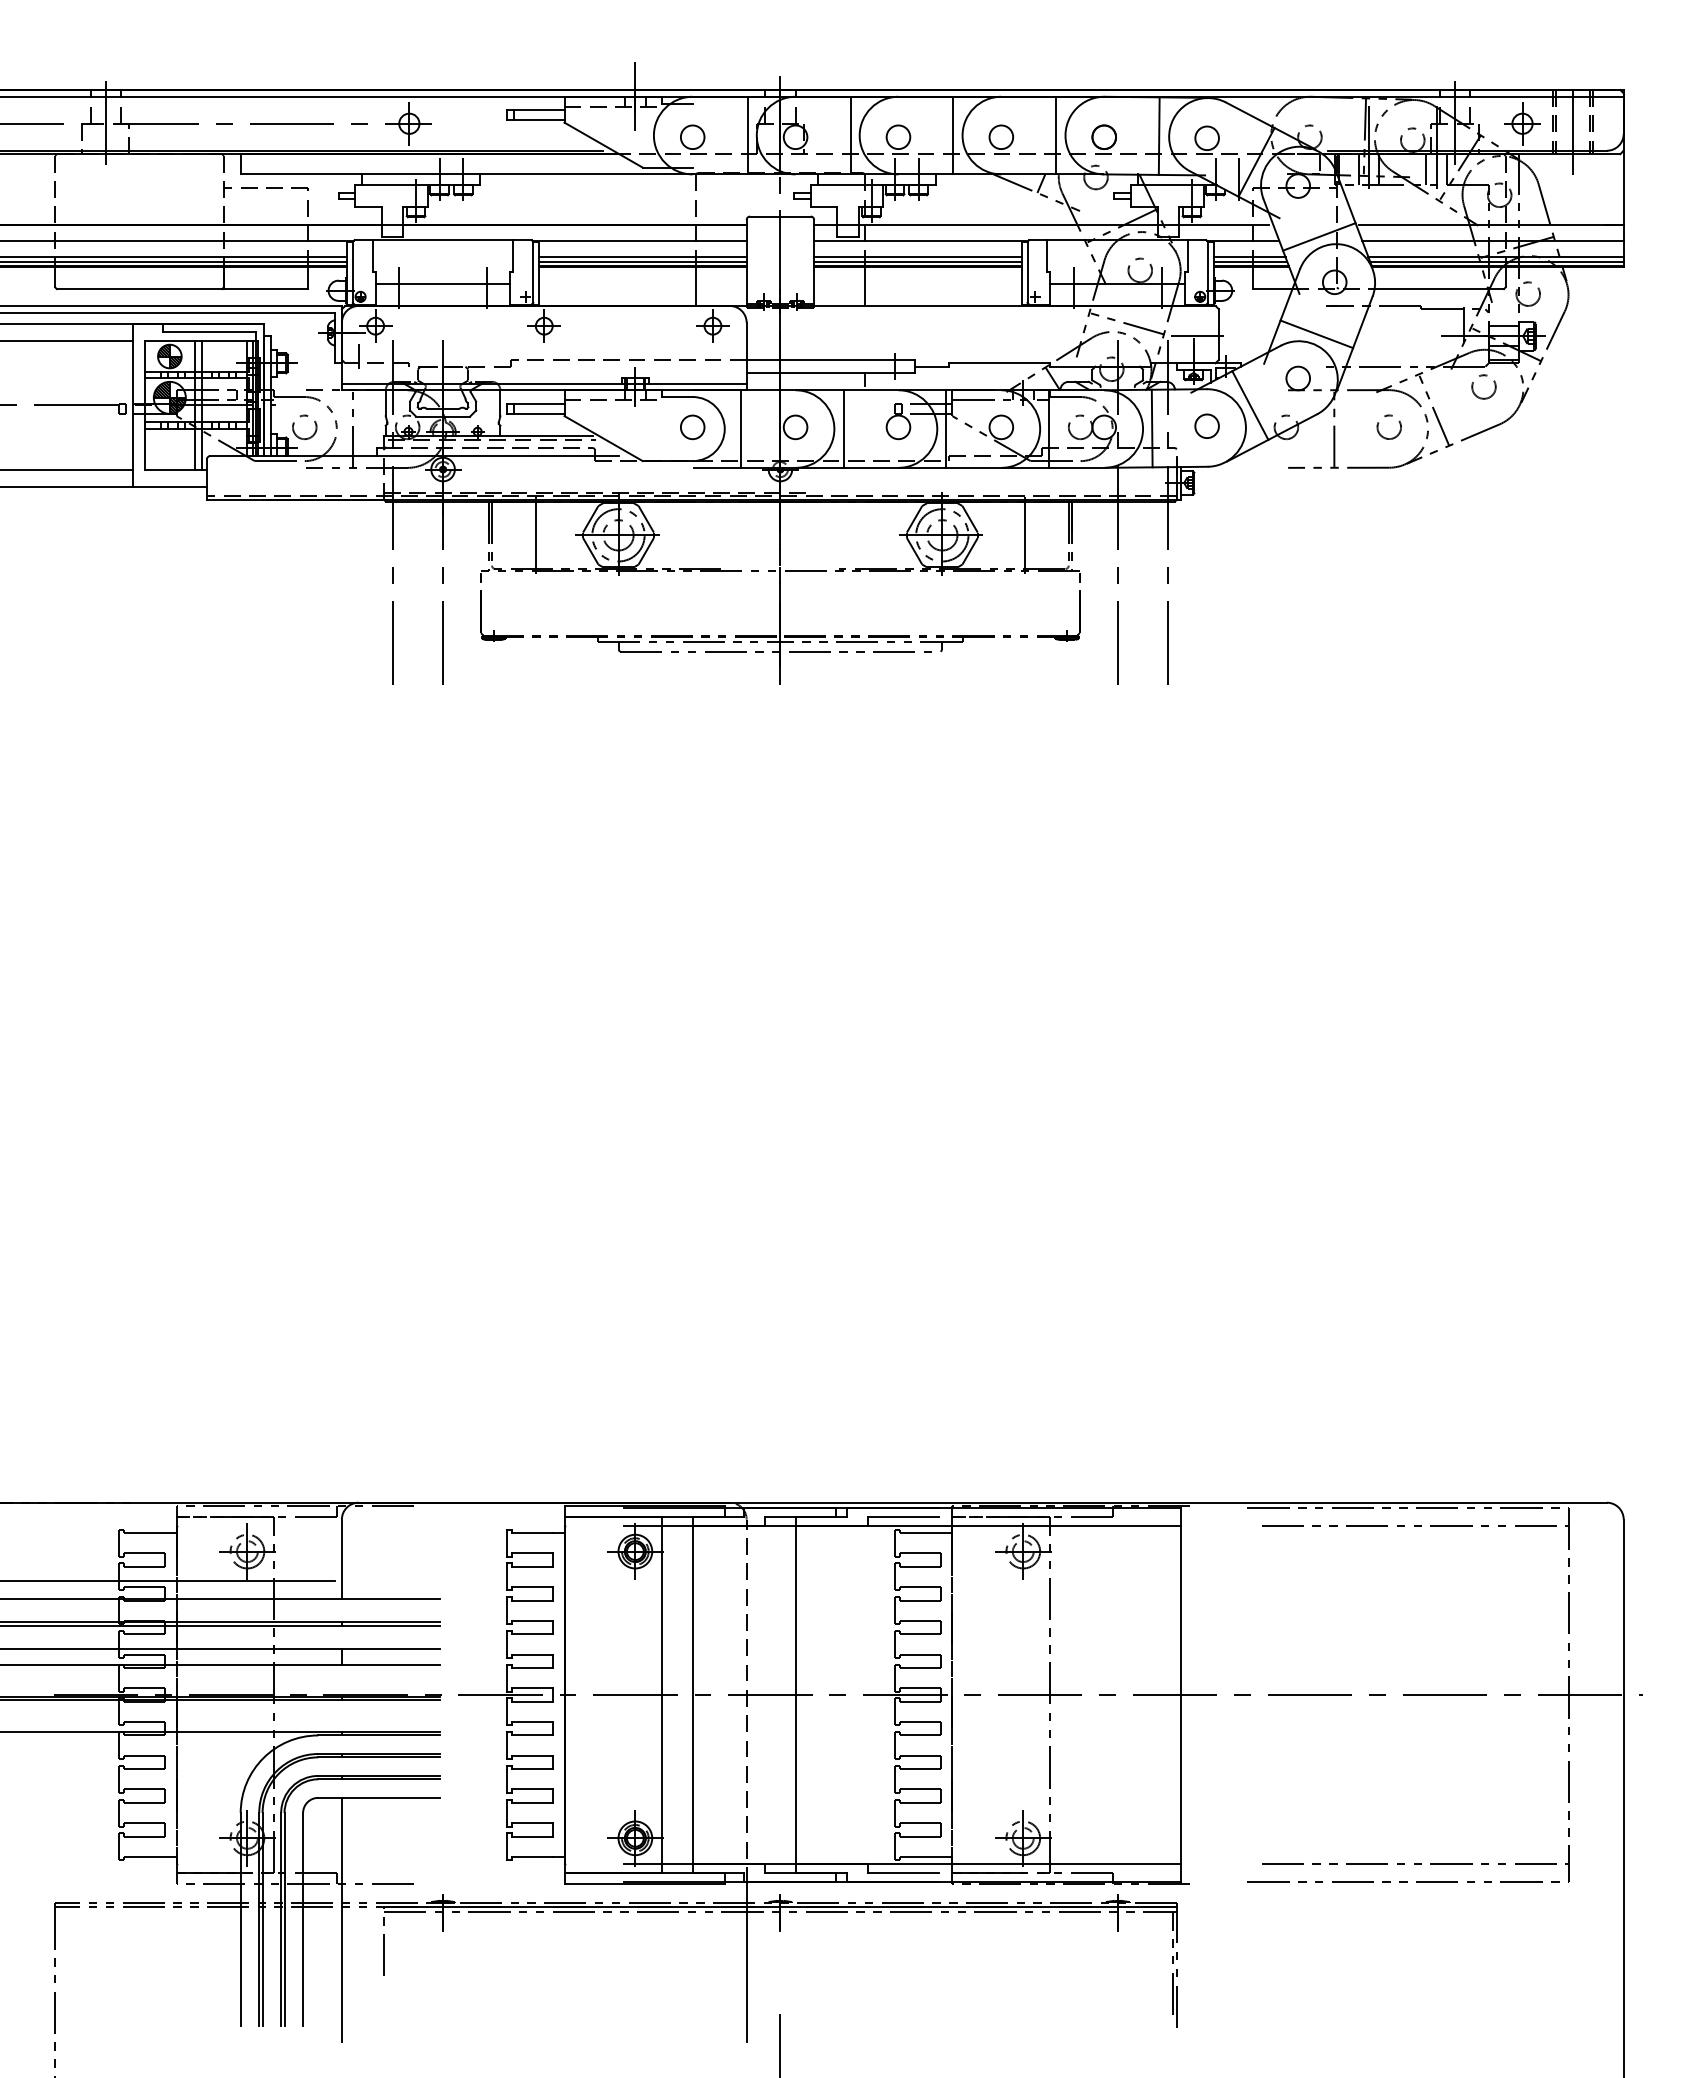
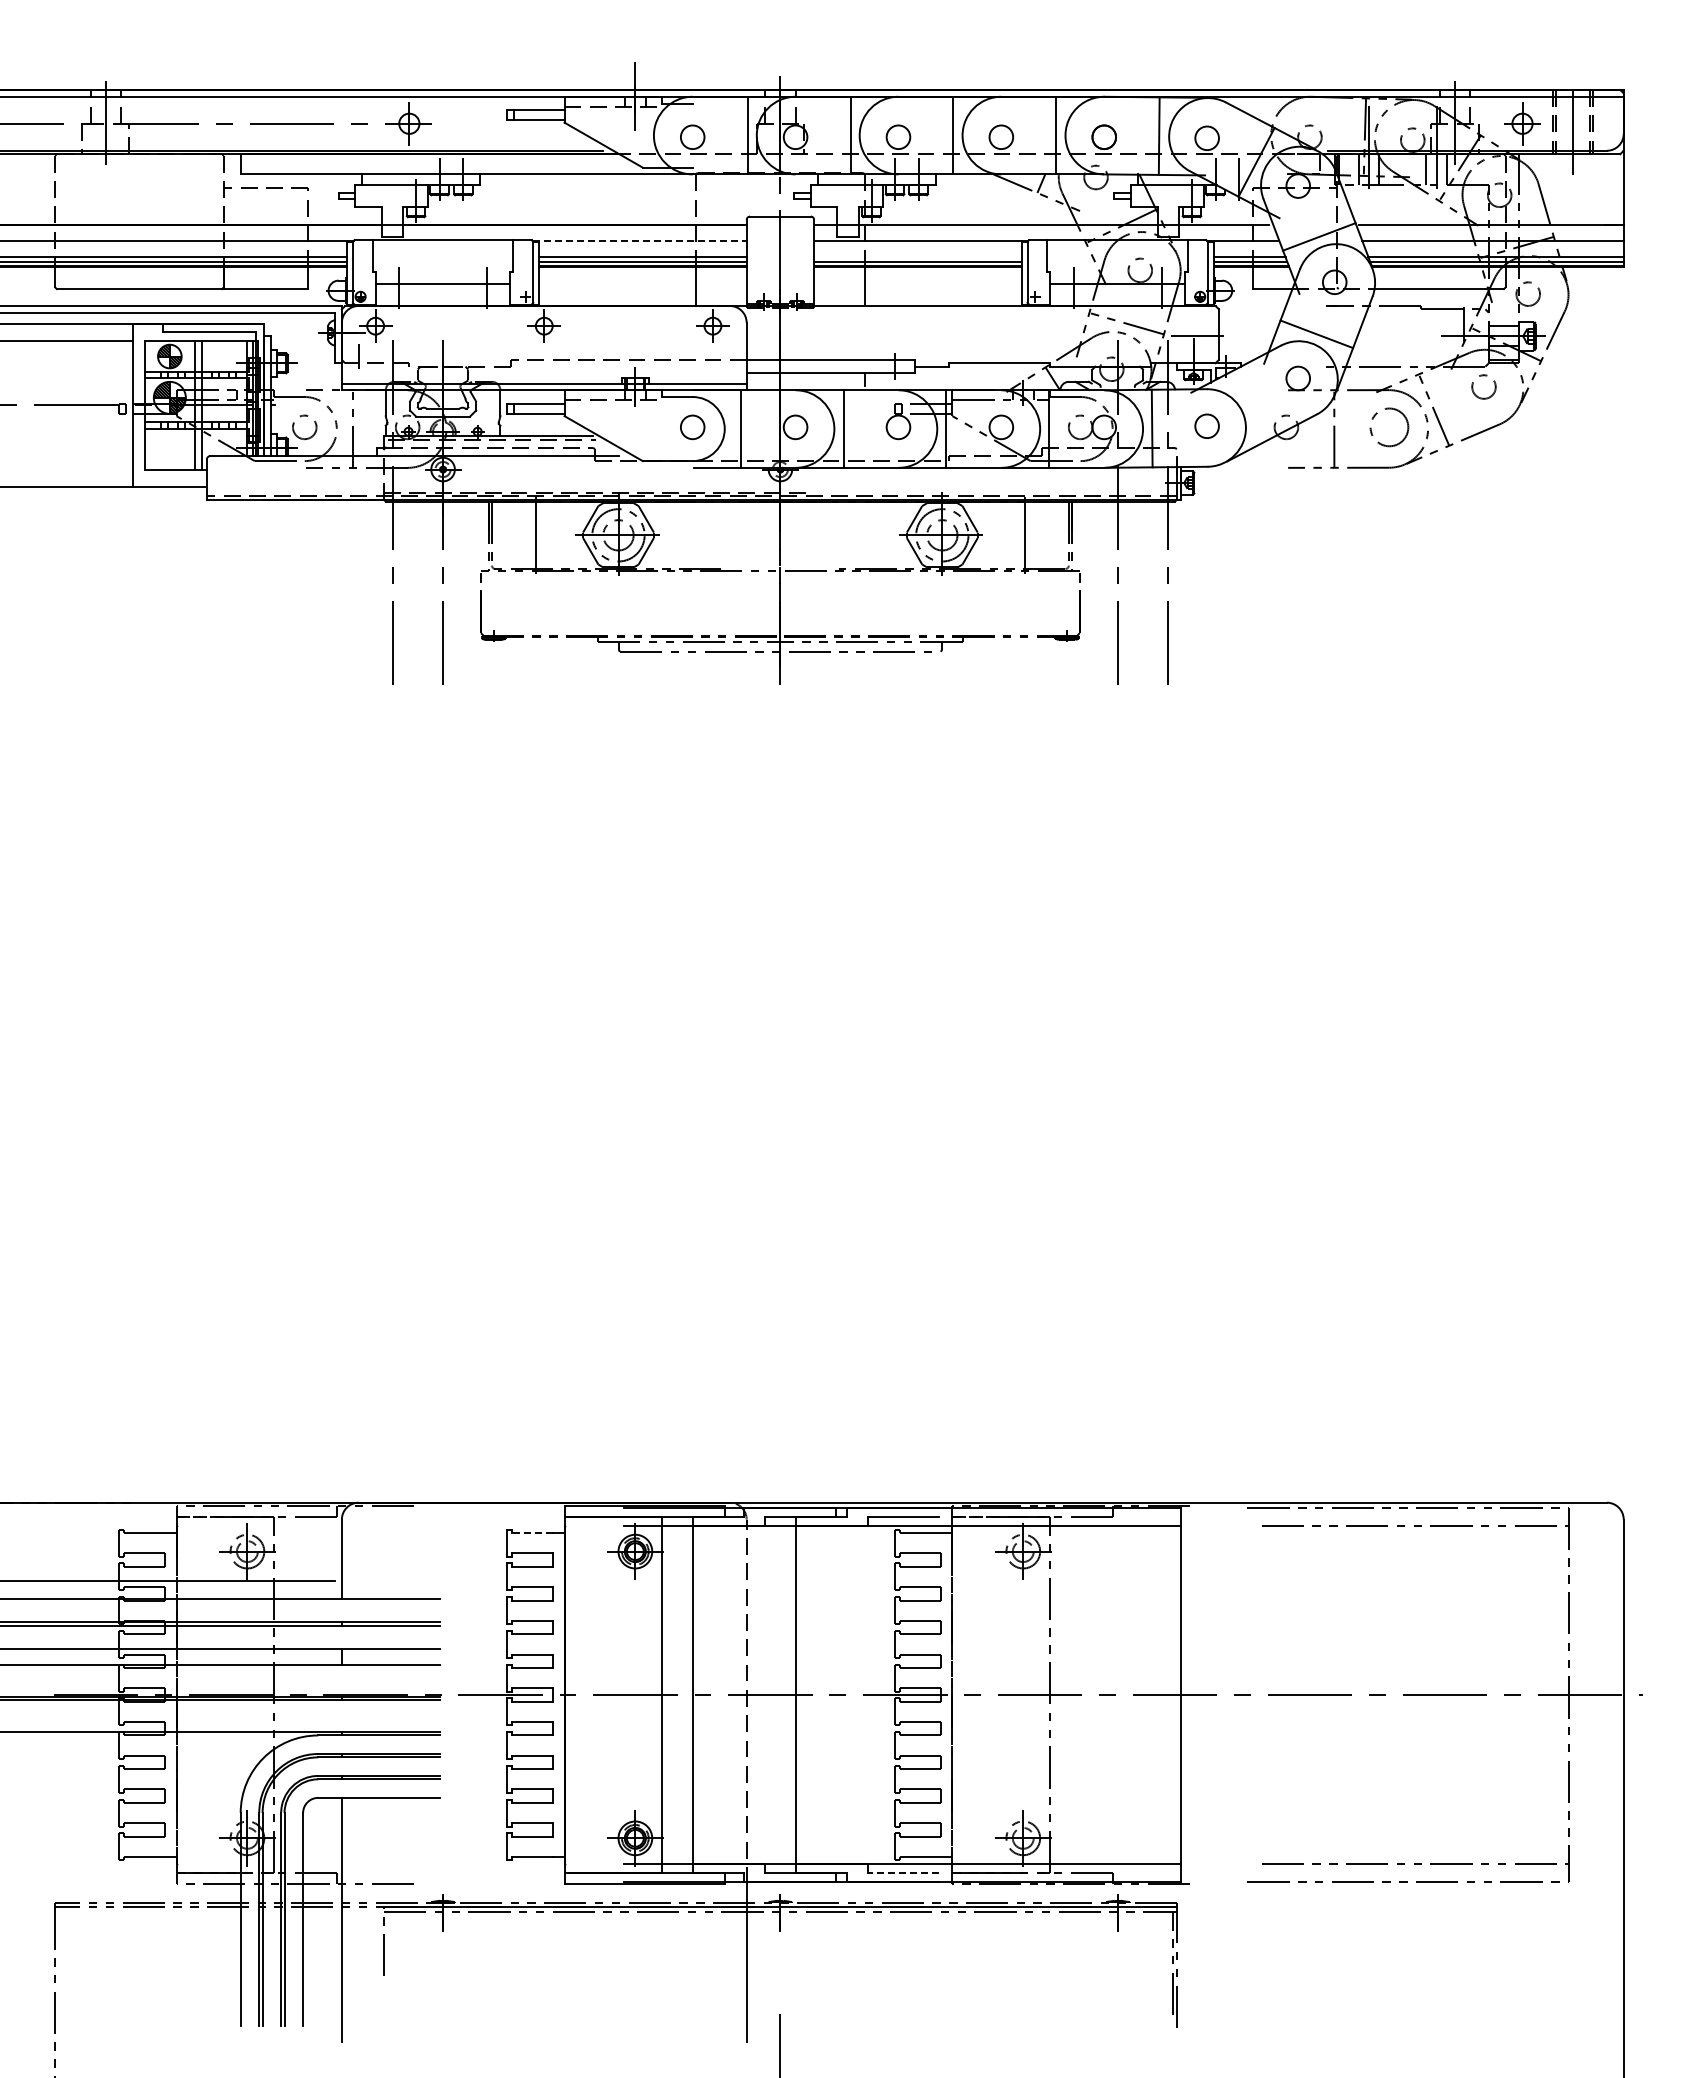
line at (640, 241): solid -> dashed
line at (917, 257): present -> none
line at (1250, 405): present -> none
circle at (1388, 426) size: 26x26 px -> 41x41 px
line at (67, 469): present -> none
line at (531, 1533): solid -> dashed
line at (903, 1872): solid -> dashed
